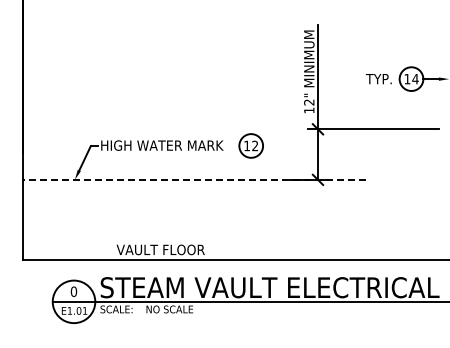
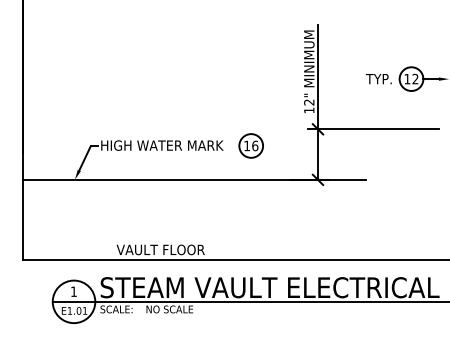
text at (415, 78): 14 -> 12
text at (255, 145): 12 -> 16
line at (194, 179): dashed -> solid
text at (73, 291): 0 -> 1
